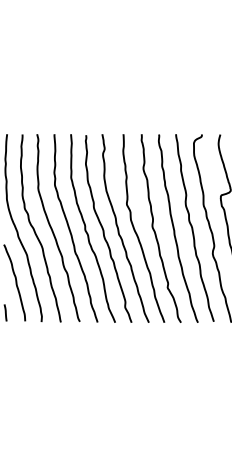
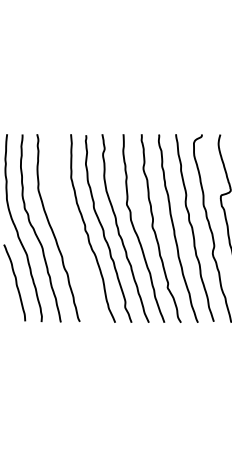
curve at (70, 228): present -> none
line at (5, 312): present -> none
